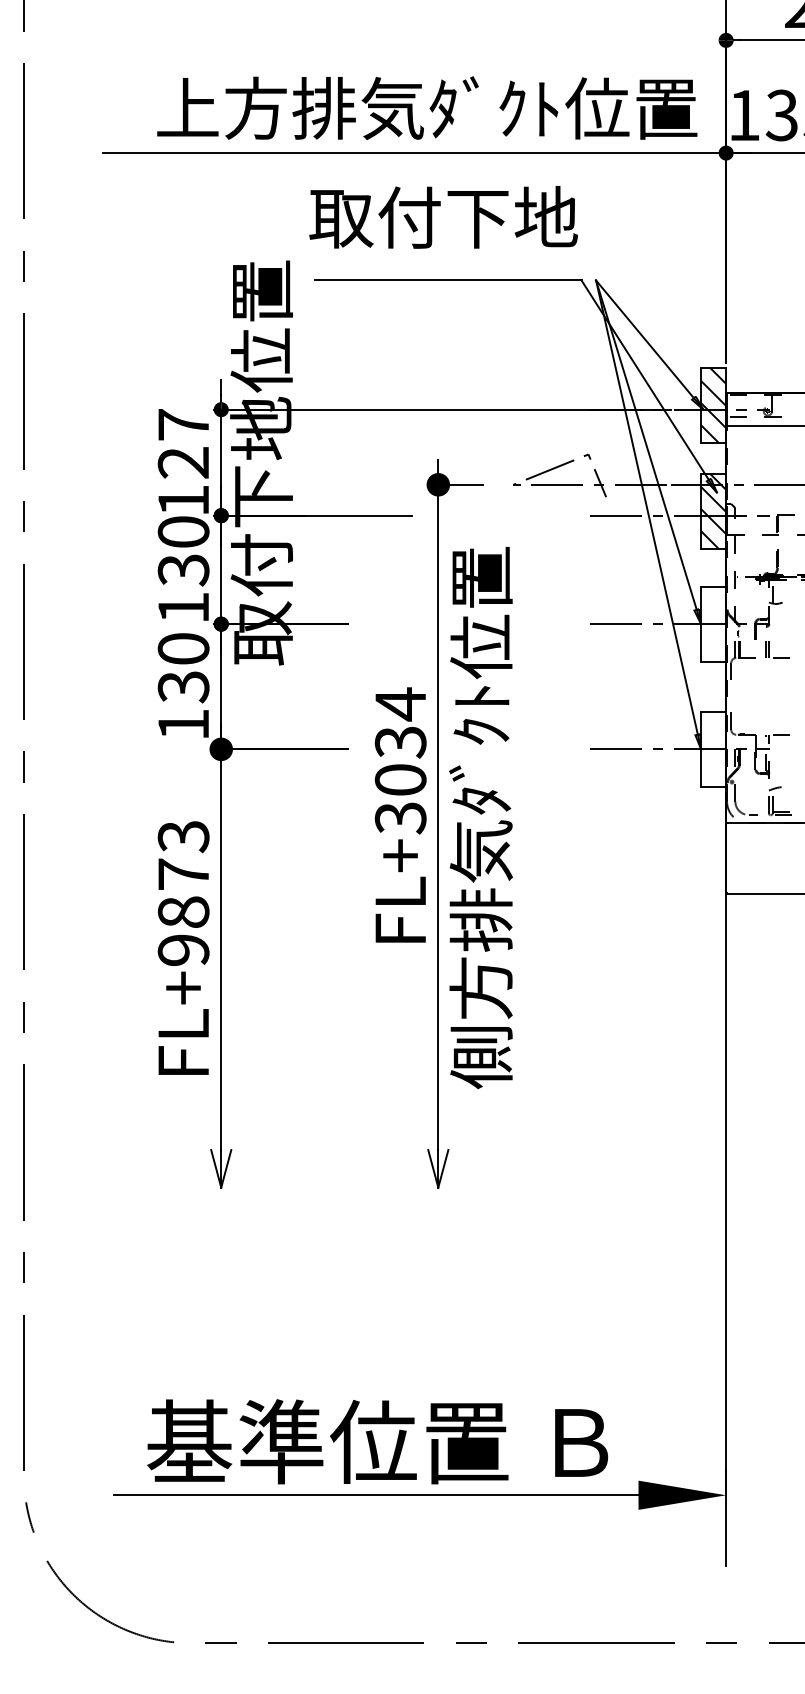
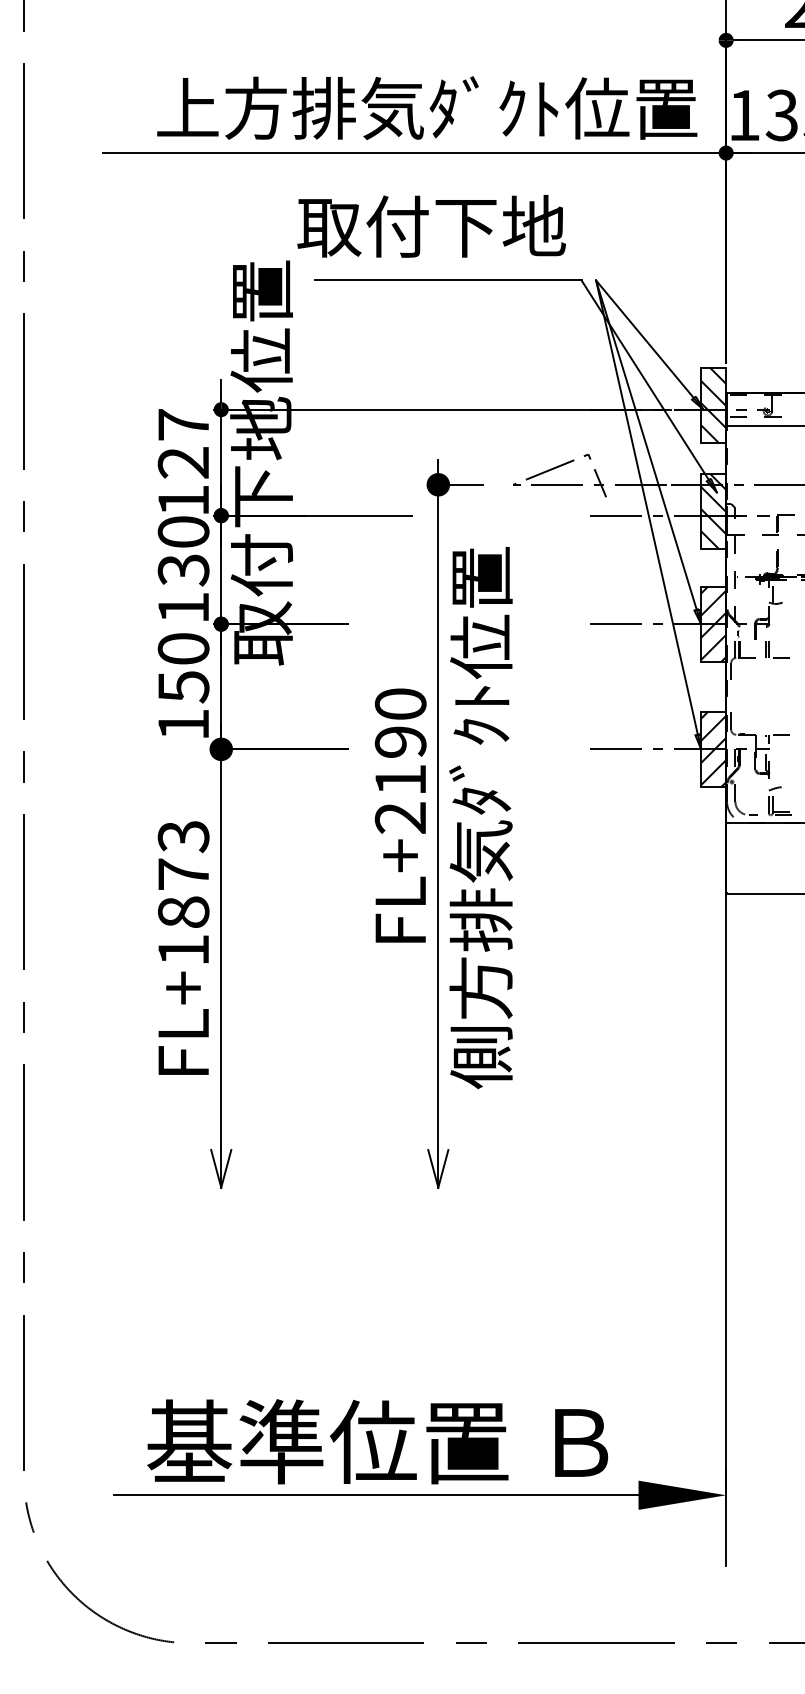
text at (443, 217) position: (443, 217) -> (431, 226)
hatch at (713, 623): none -> present
text at (183, 687): 130 -> 150
hatch at (713, 748): none -> present
text at (400, 760): FL+3034 -> FL+2190
text at (183, 949): FL+9873 -> FL+1873
